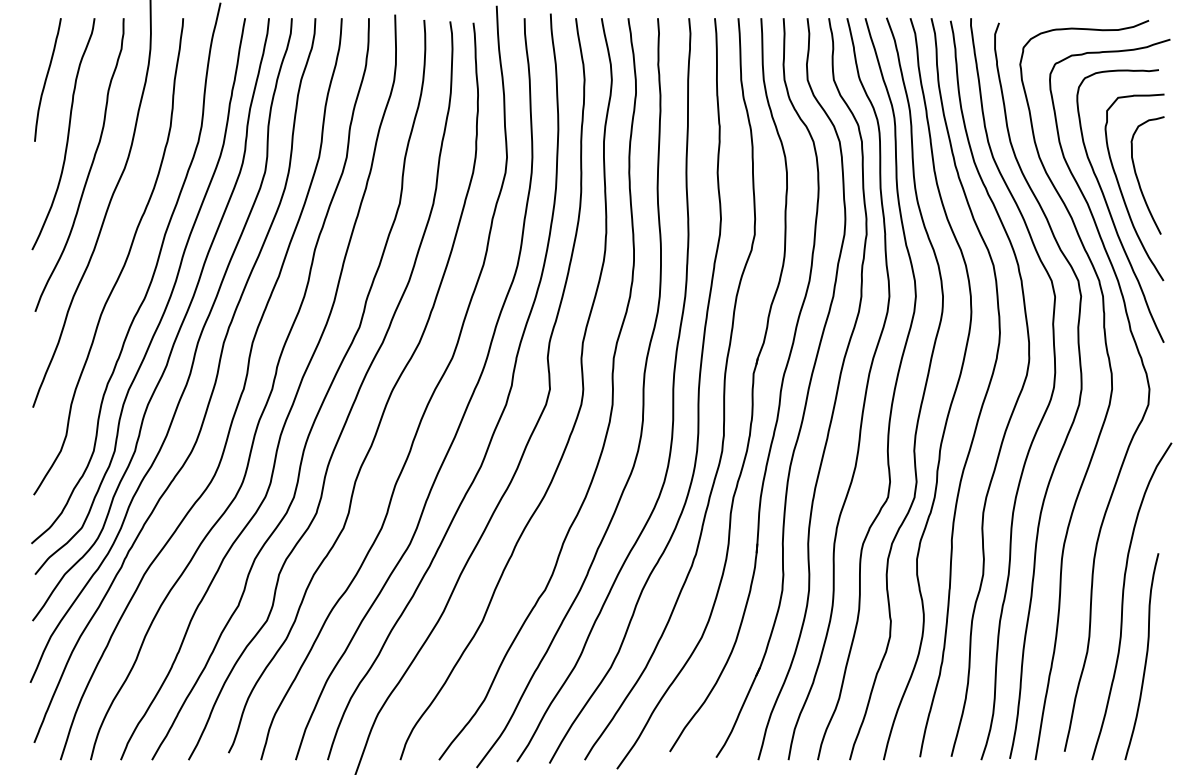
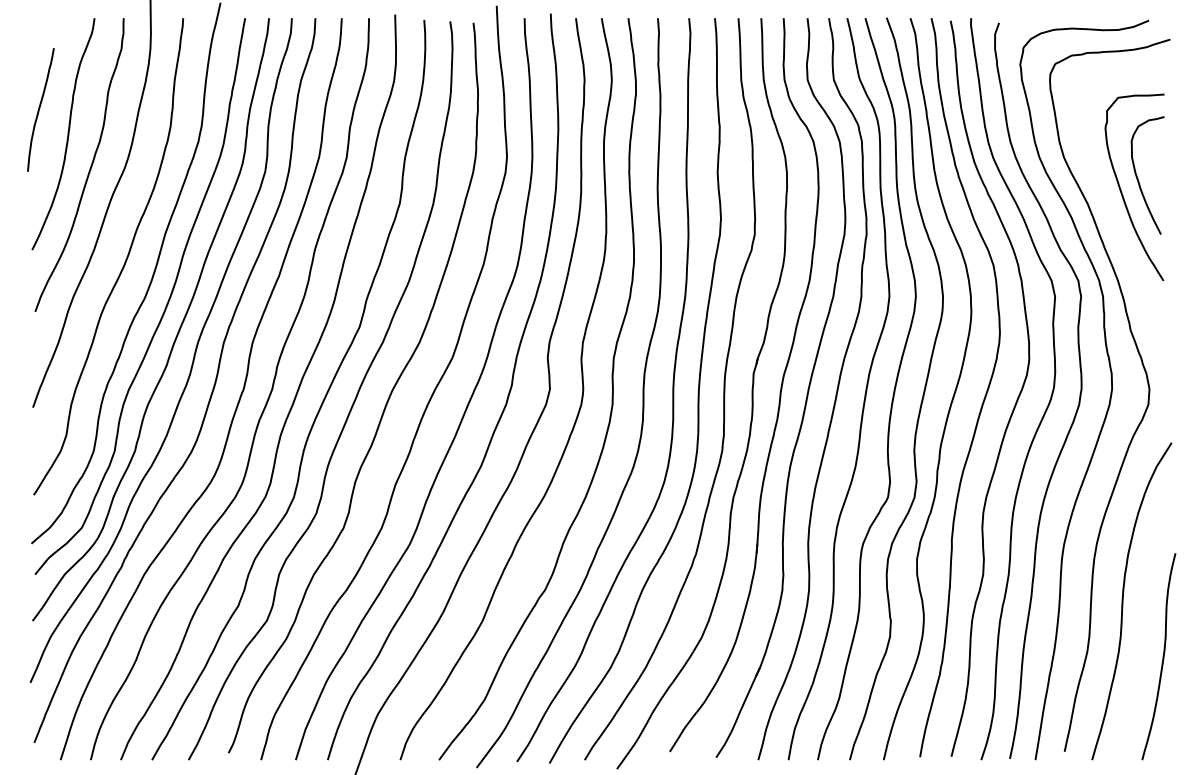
curve at (47, 78) position: (47, 78) -> (40, 108)
curve at (1109, 208): present -> none
curve at (1145, 656) position: (1145, 656) -> (1162, 656)
